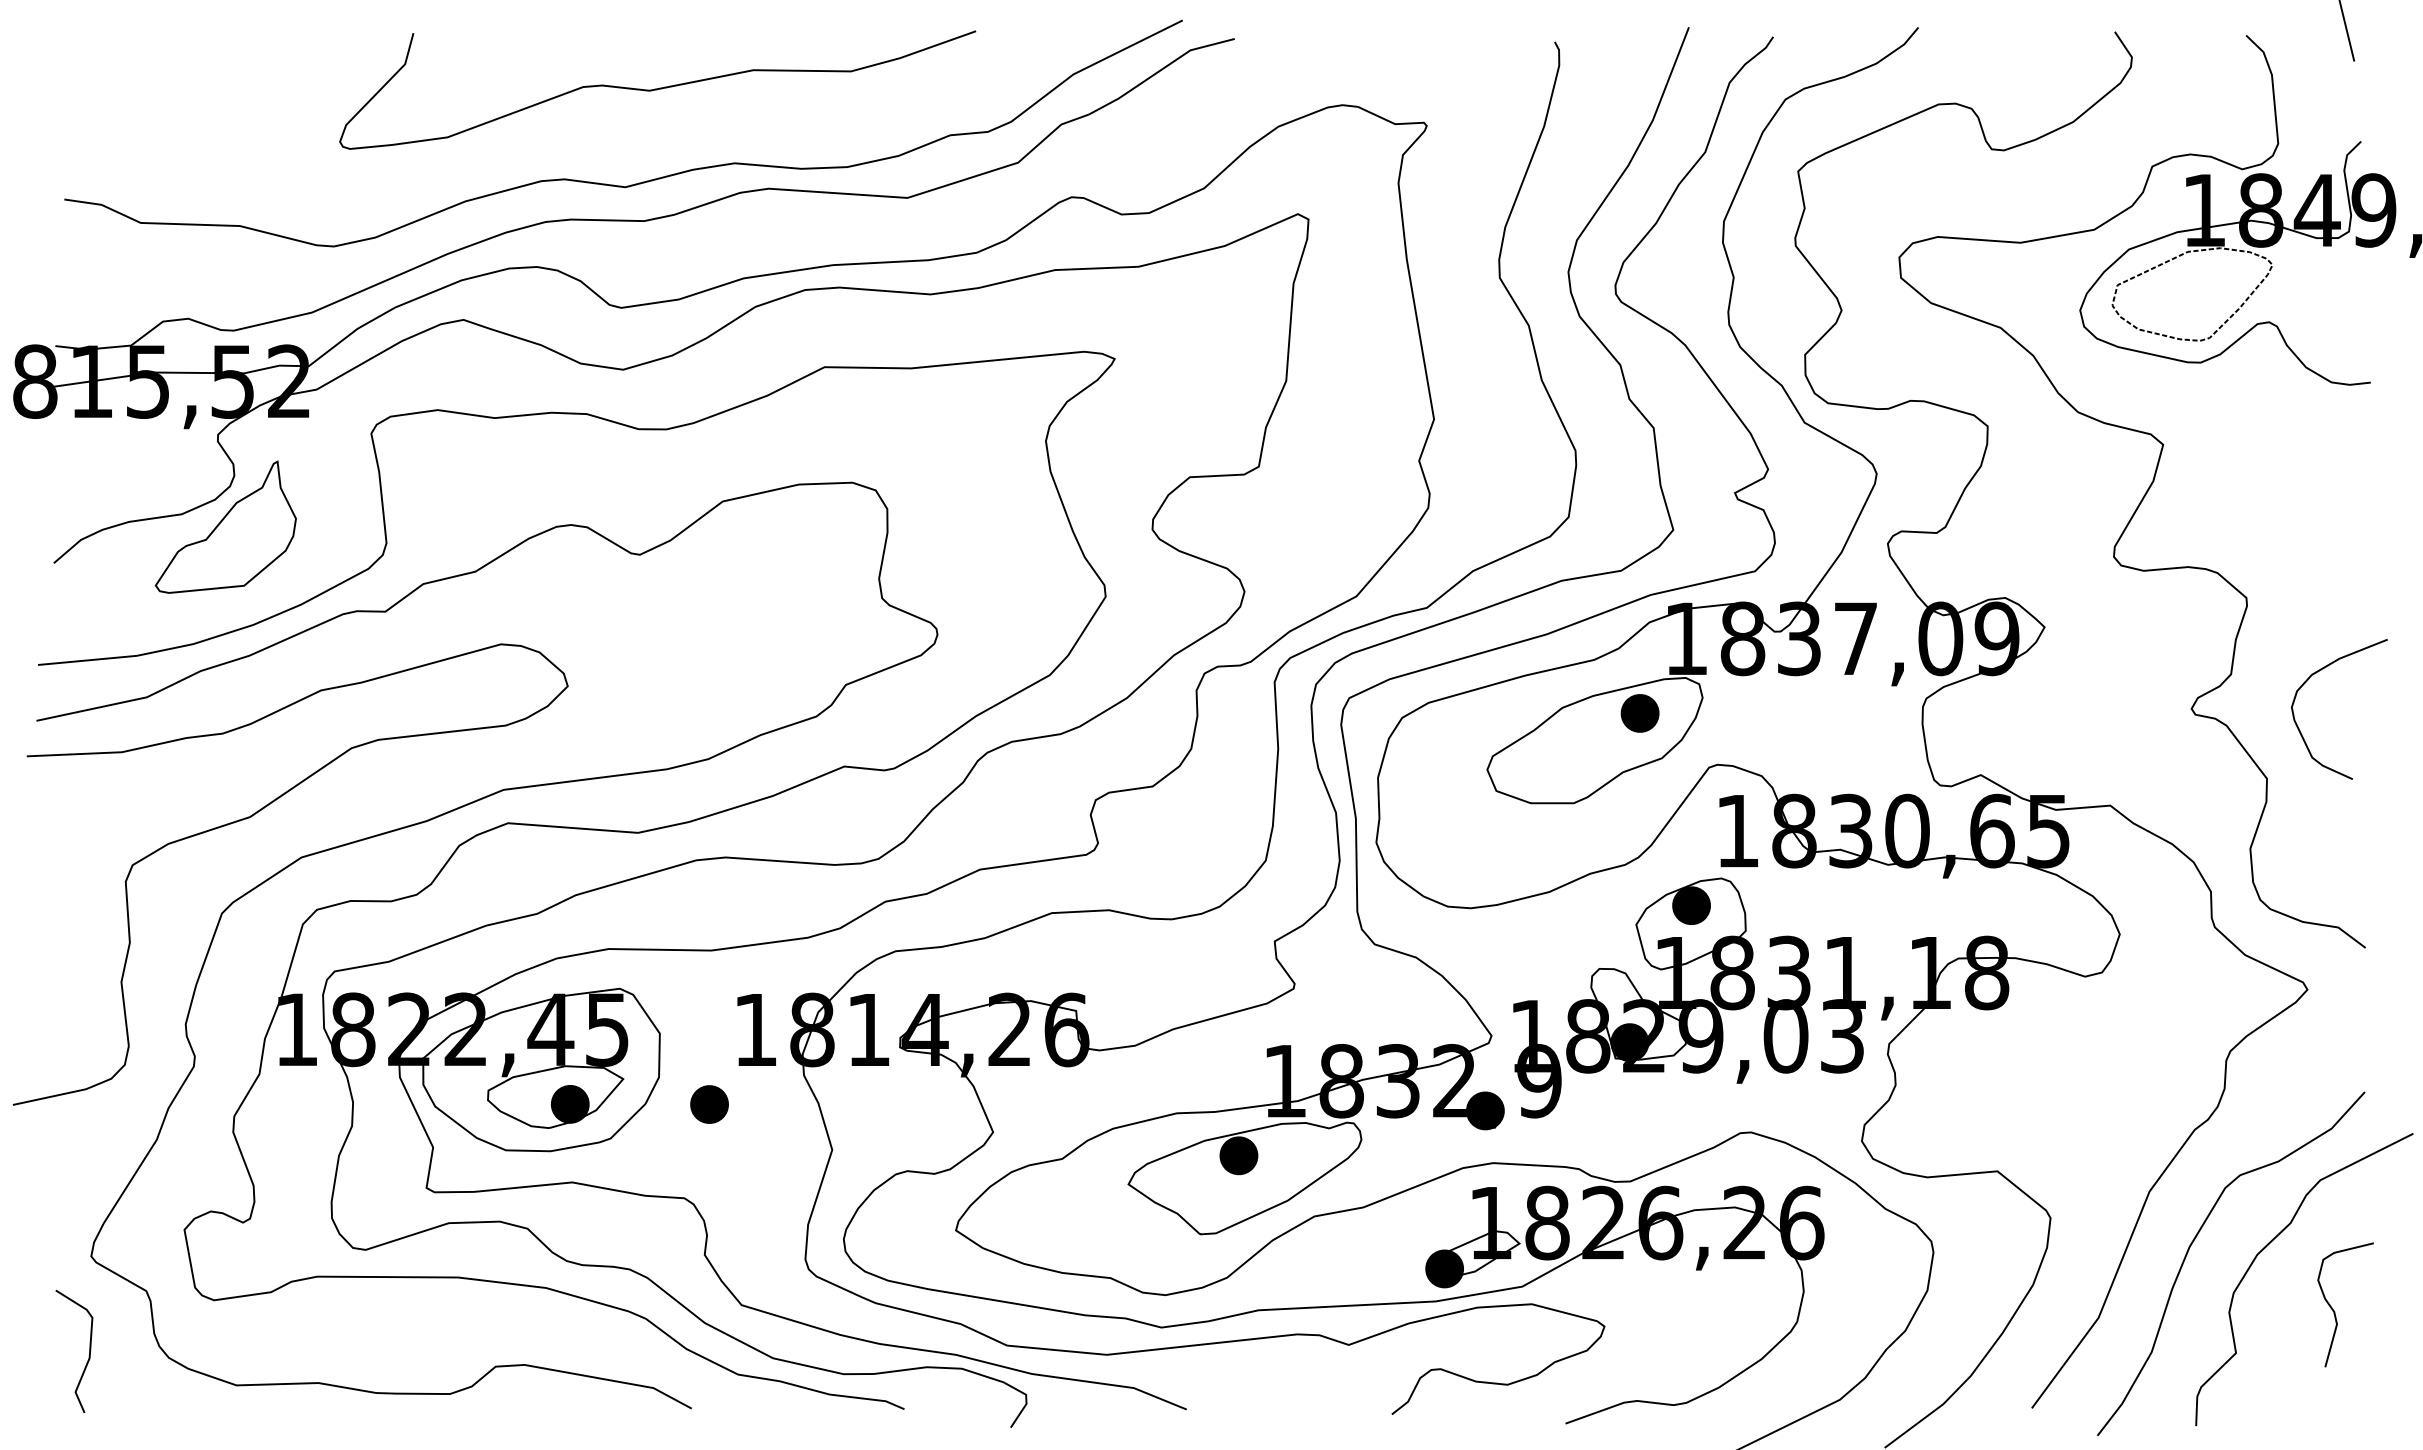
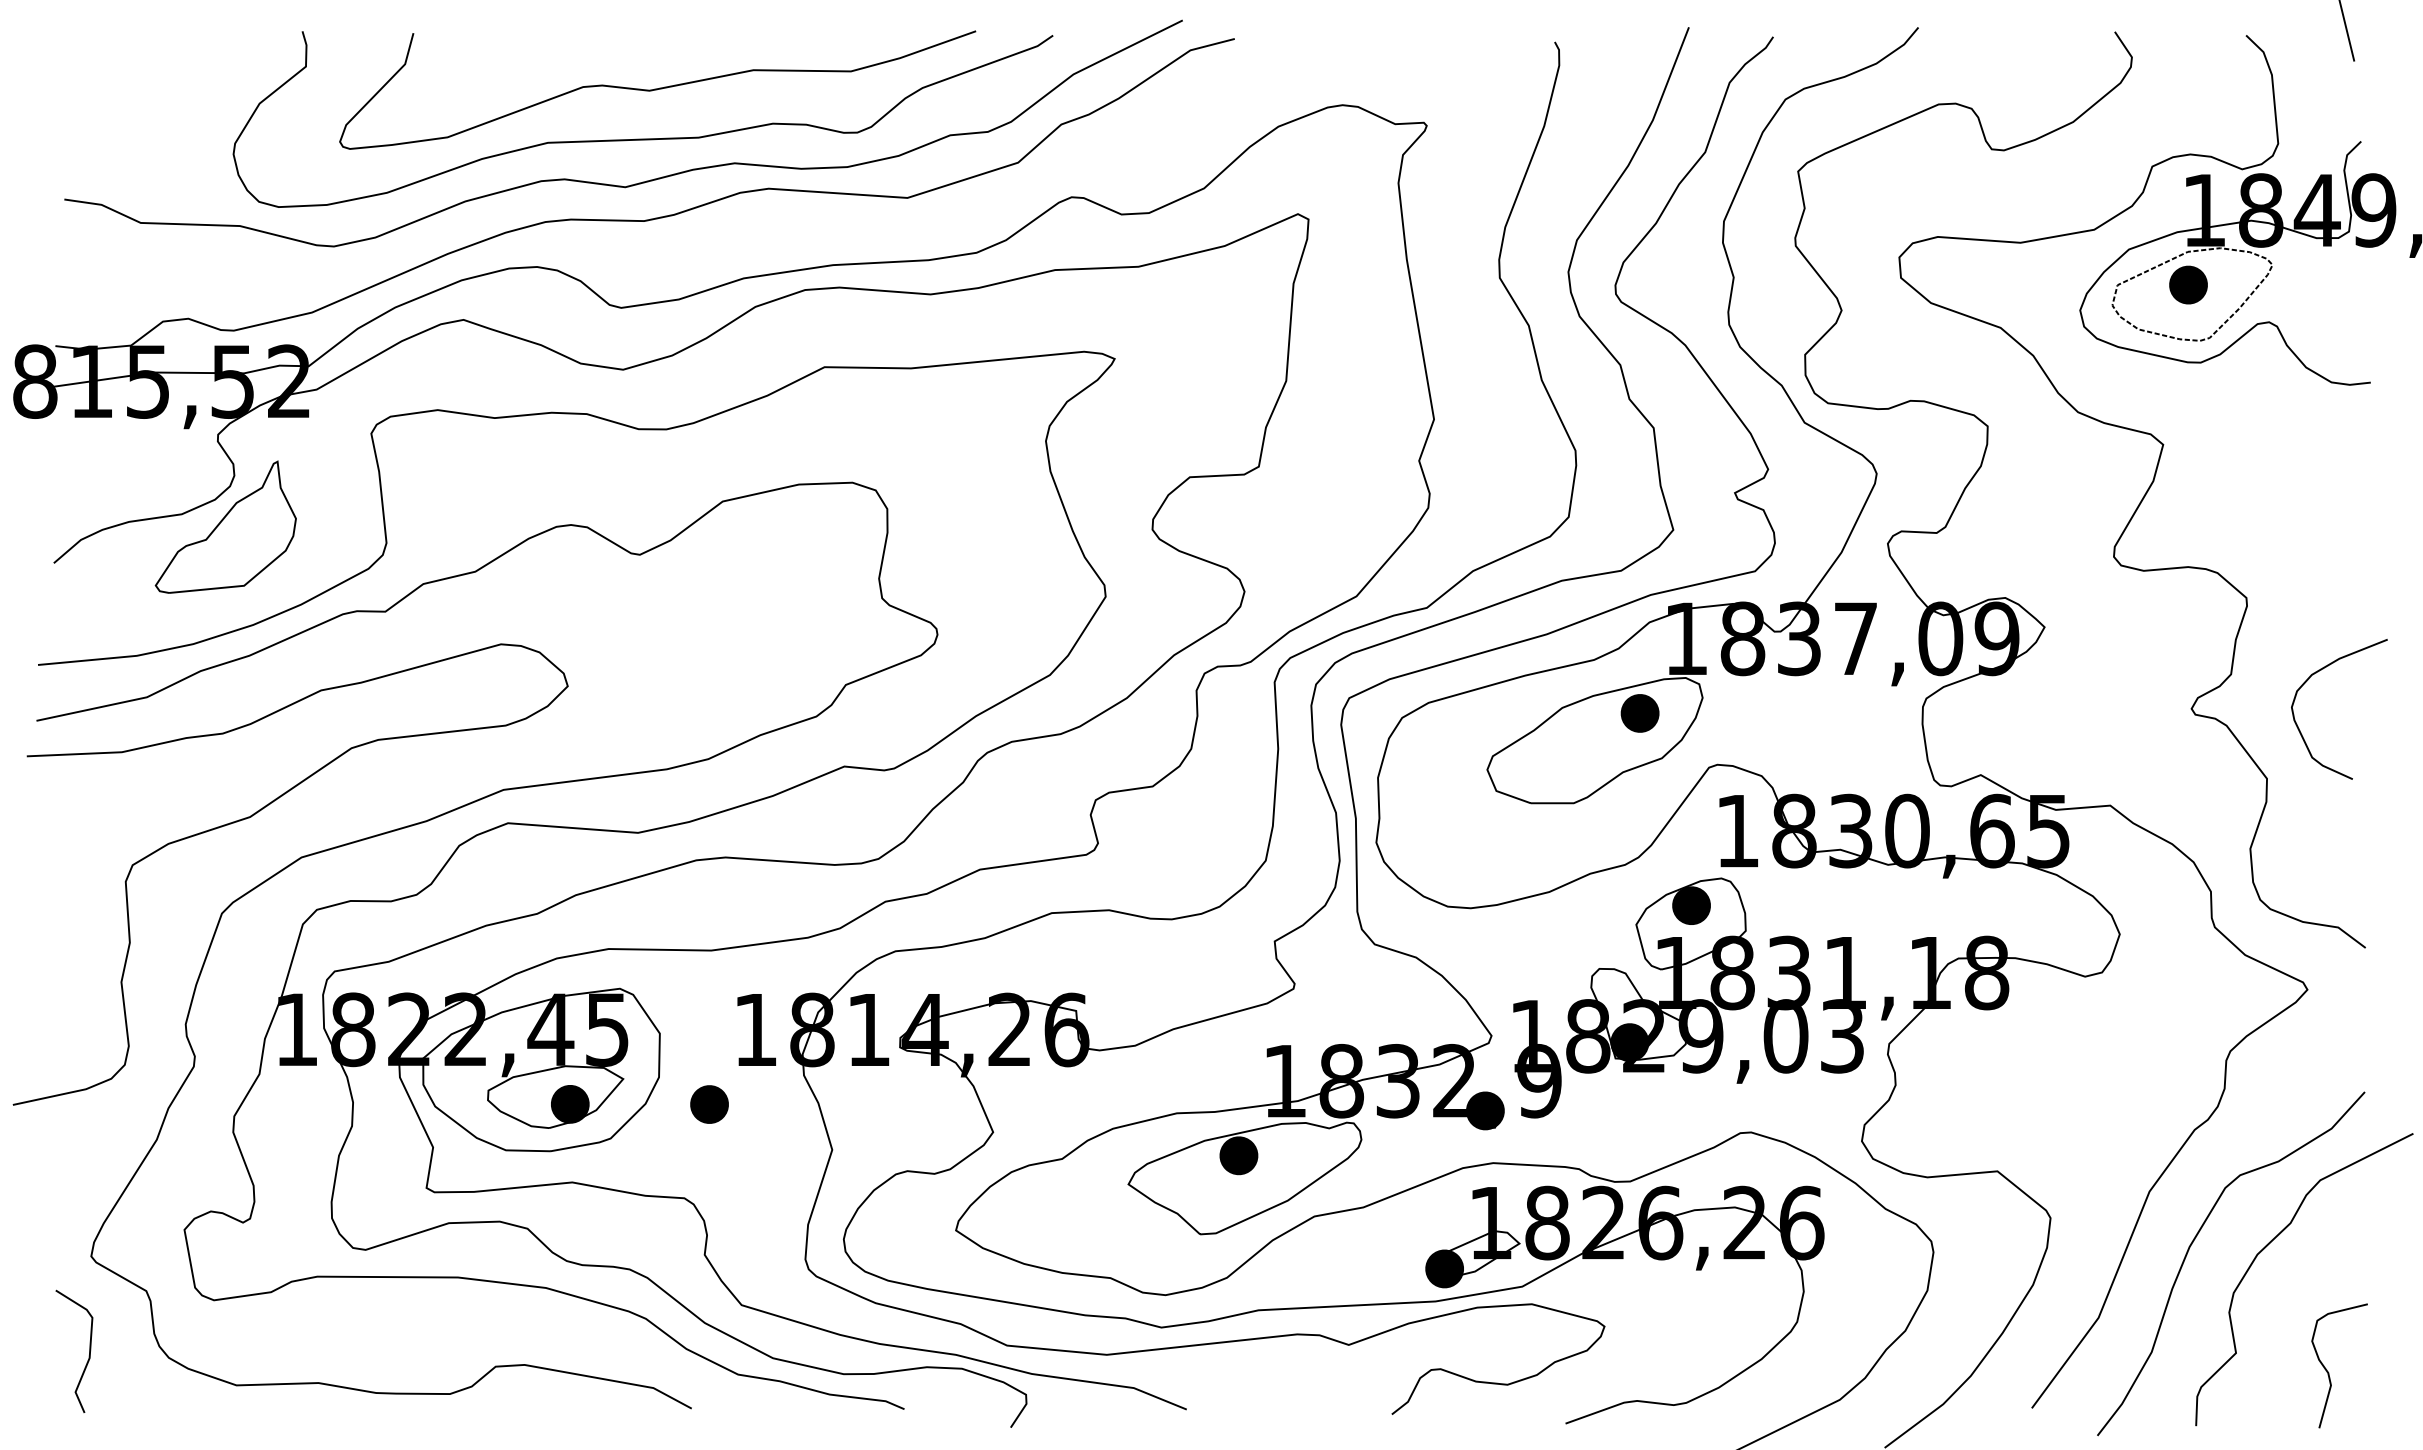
curve at (642, 138): none -> present
part at (2188, 284): none -> present
curve at (2334, 1310) position: (2334, 1310) -> (2328, 1371)
